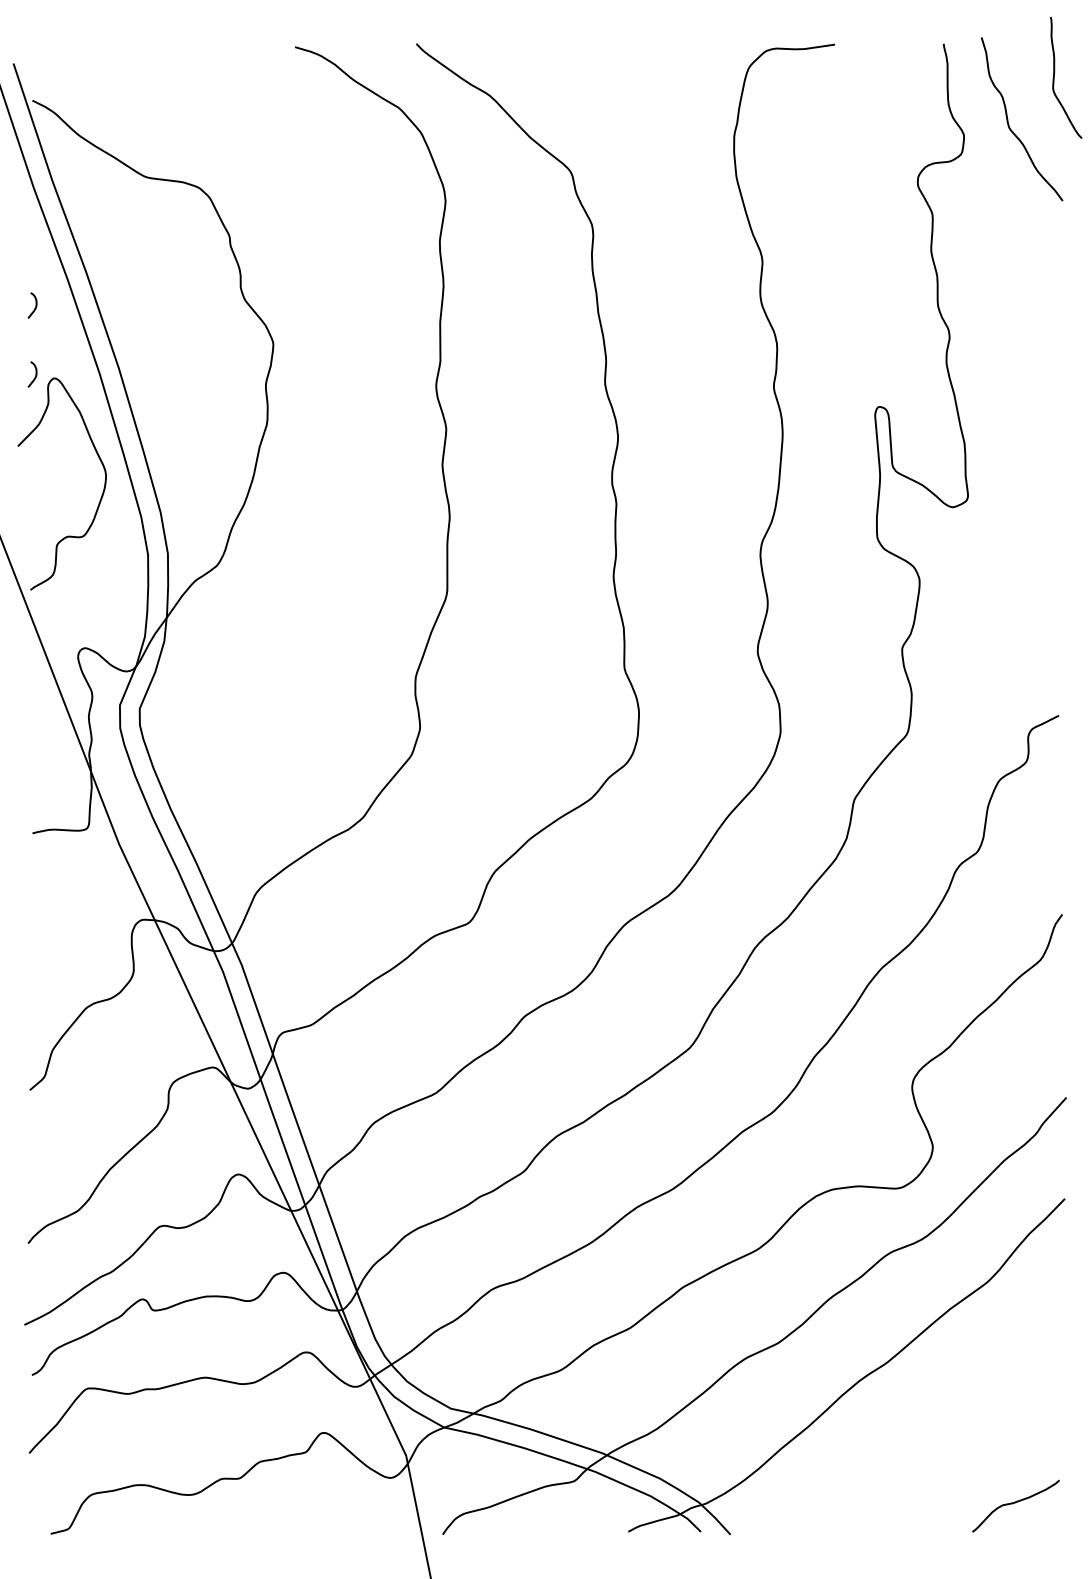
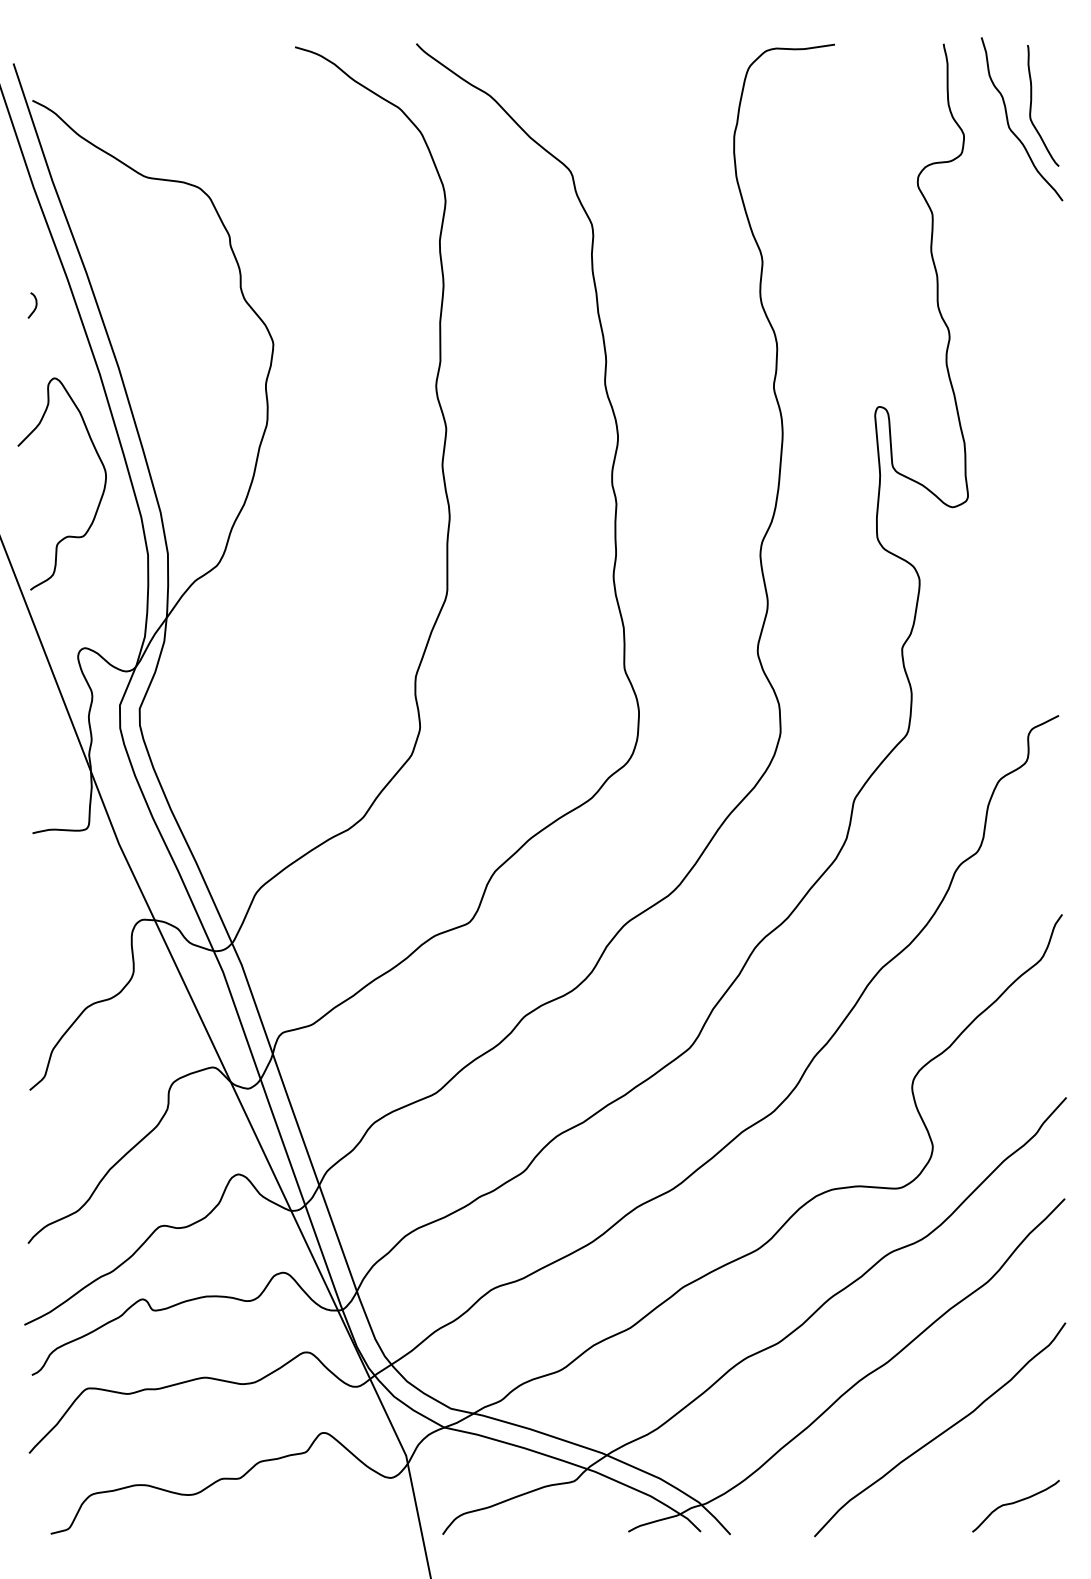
curve at (1054, 77) position: (1054, 77) -> (1031, 105)
curve at (35, 374): present -> none
curve at (941, 1432): none -> present
